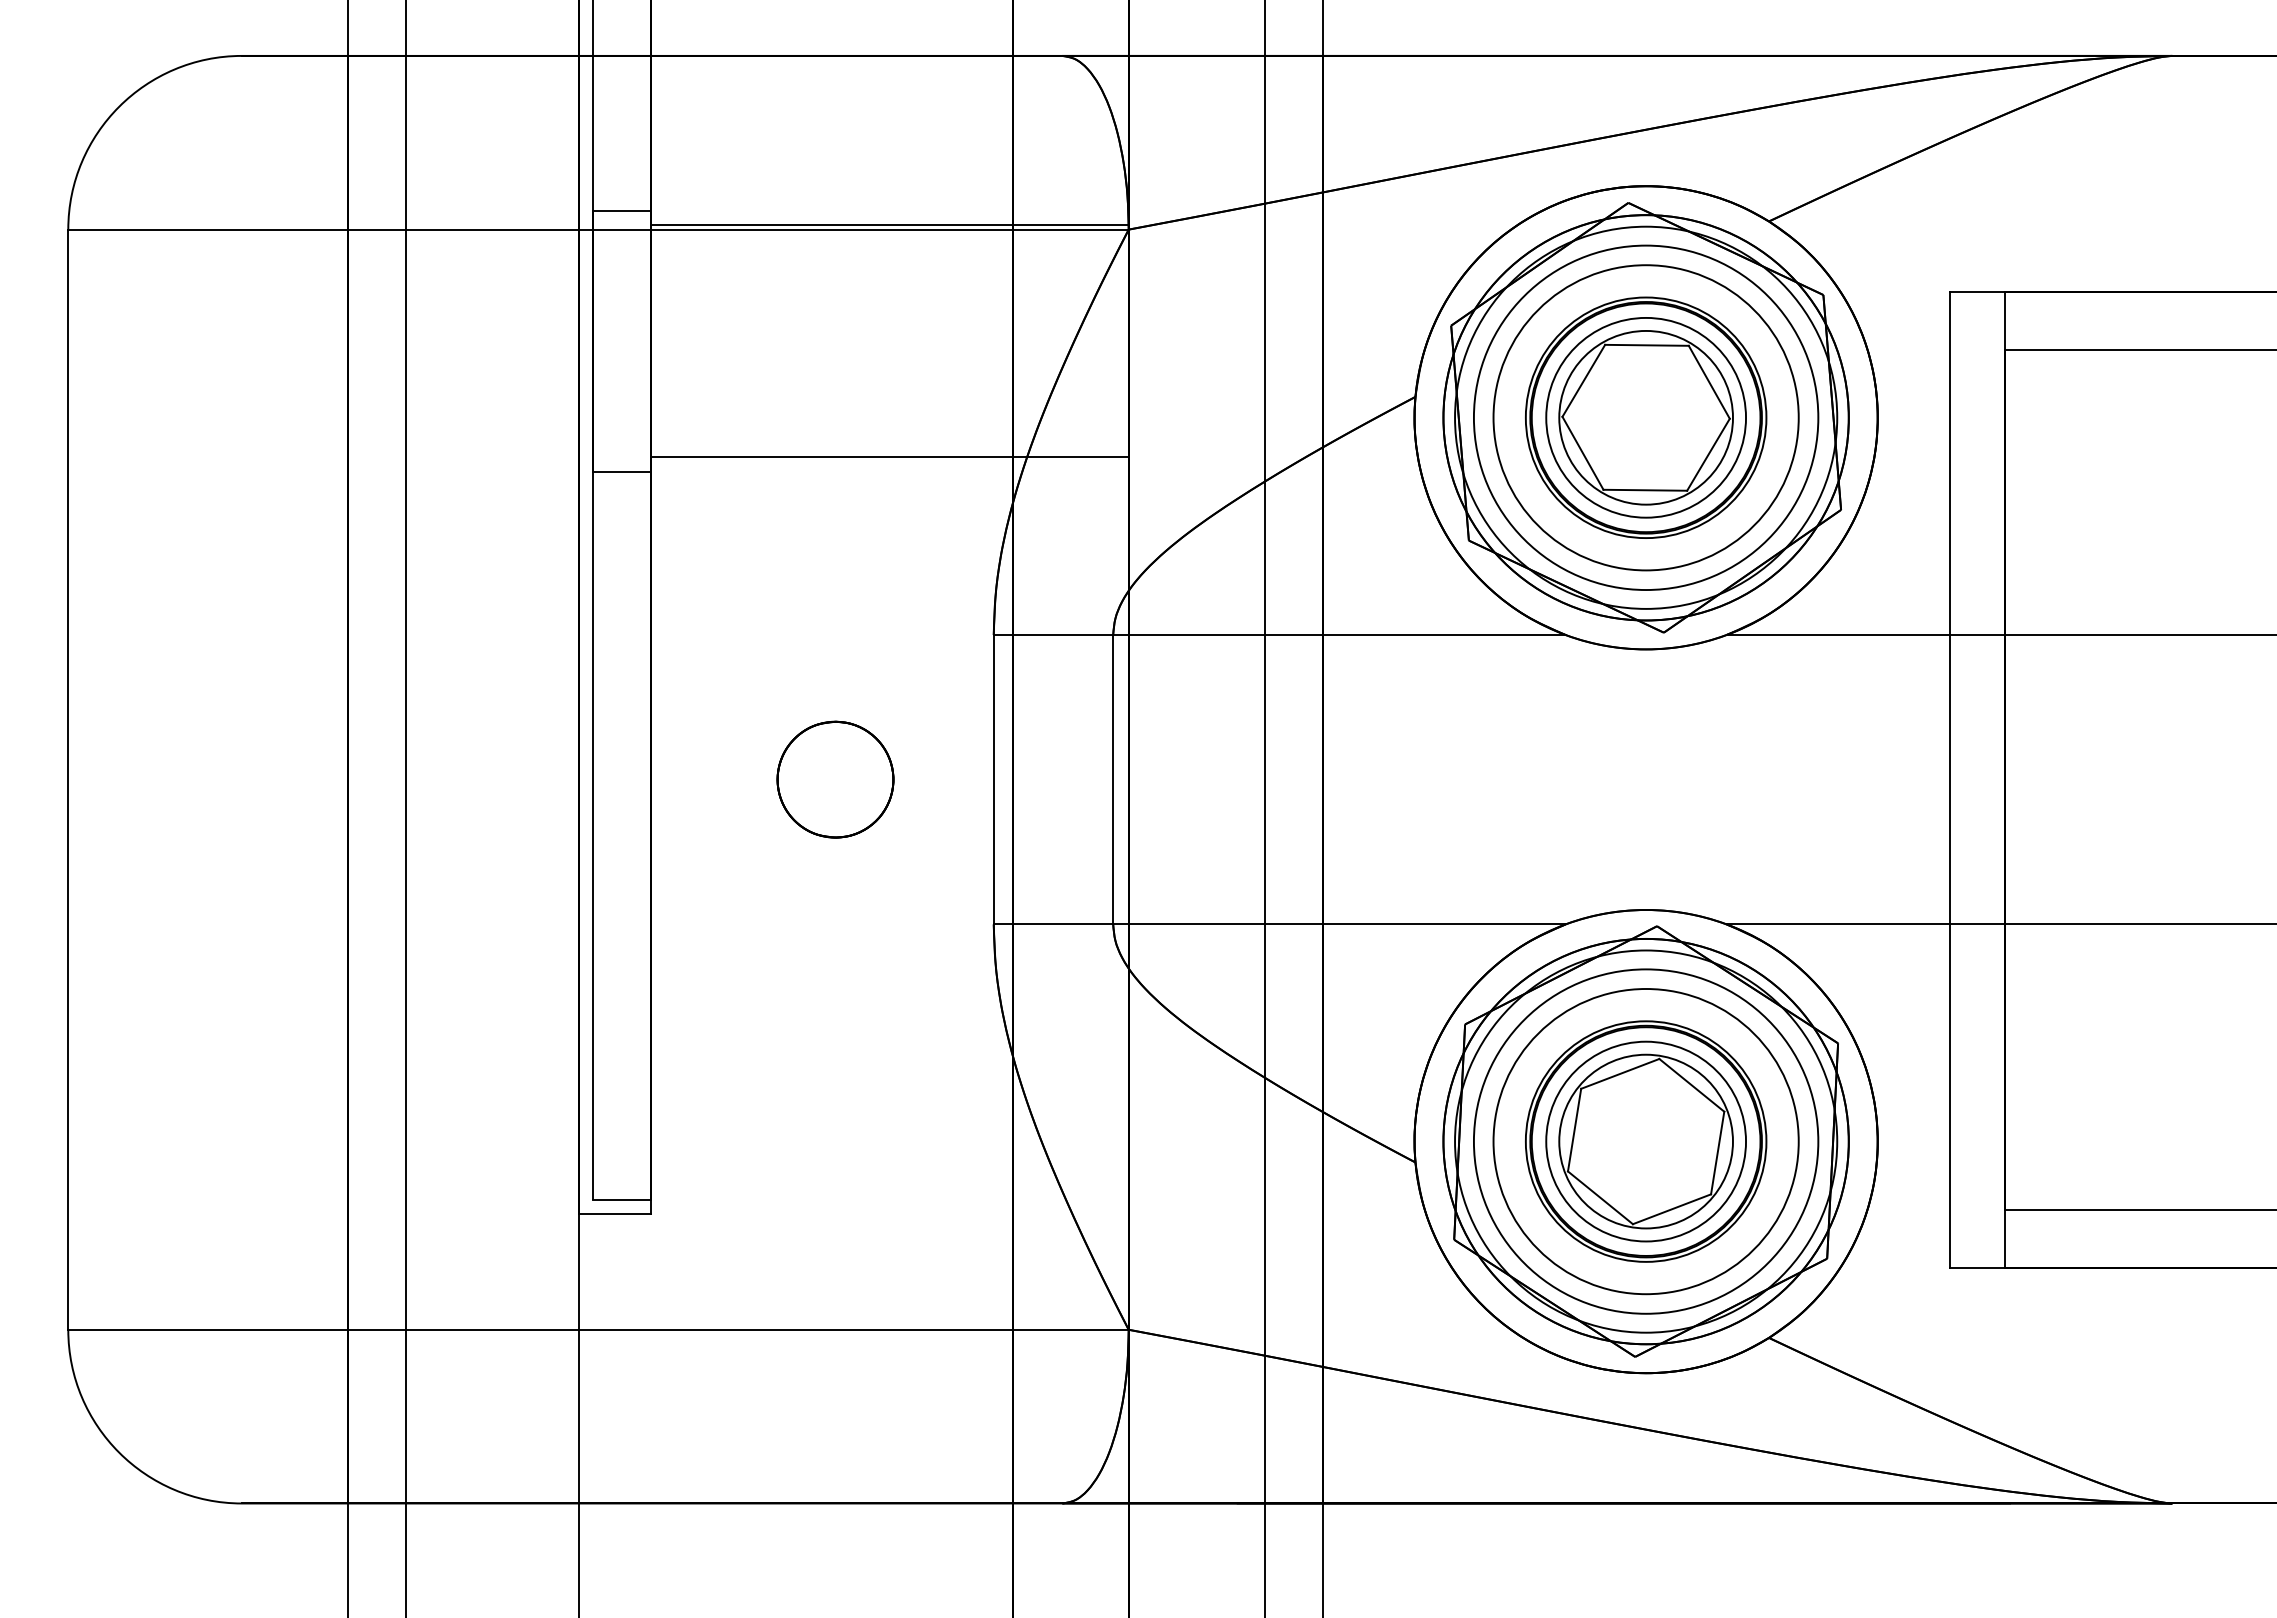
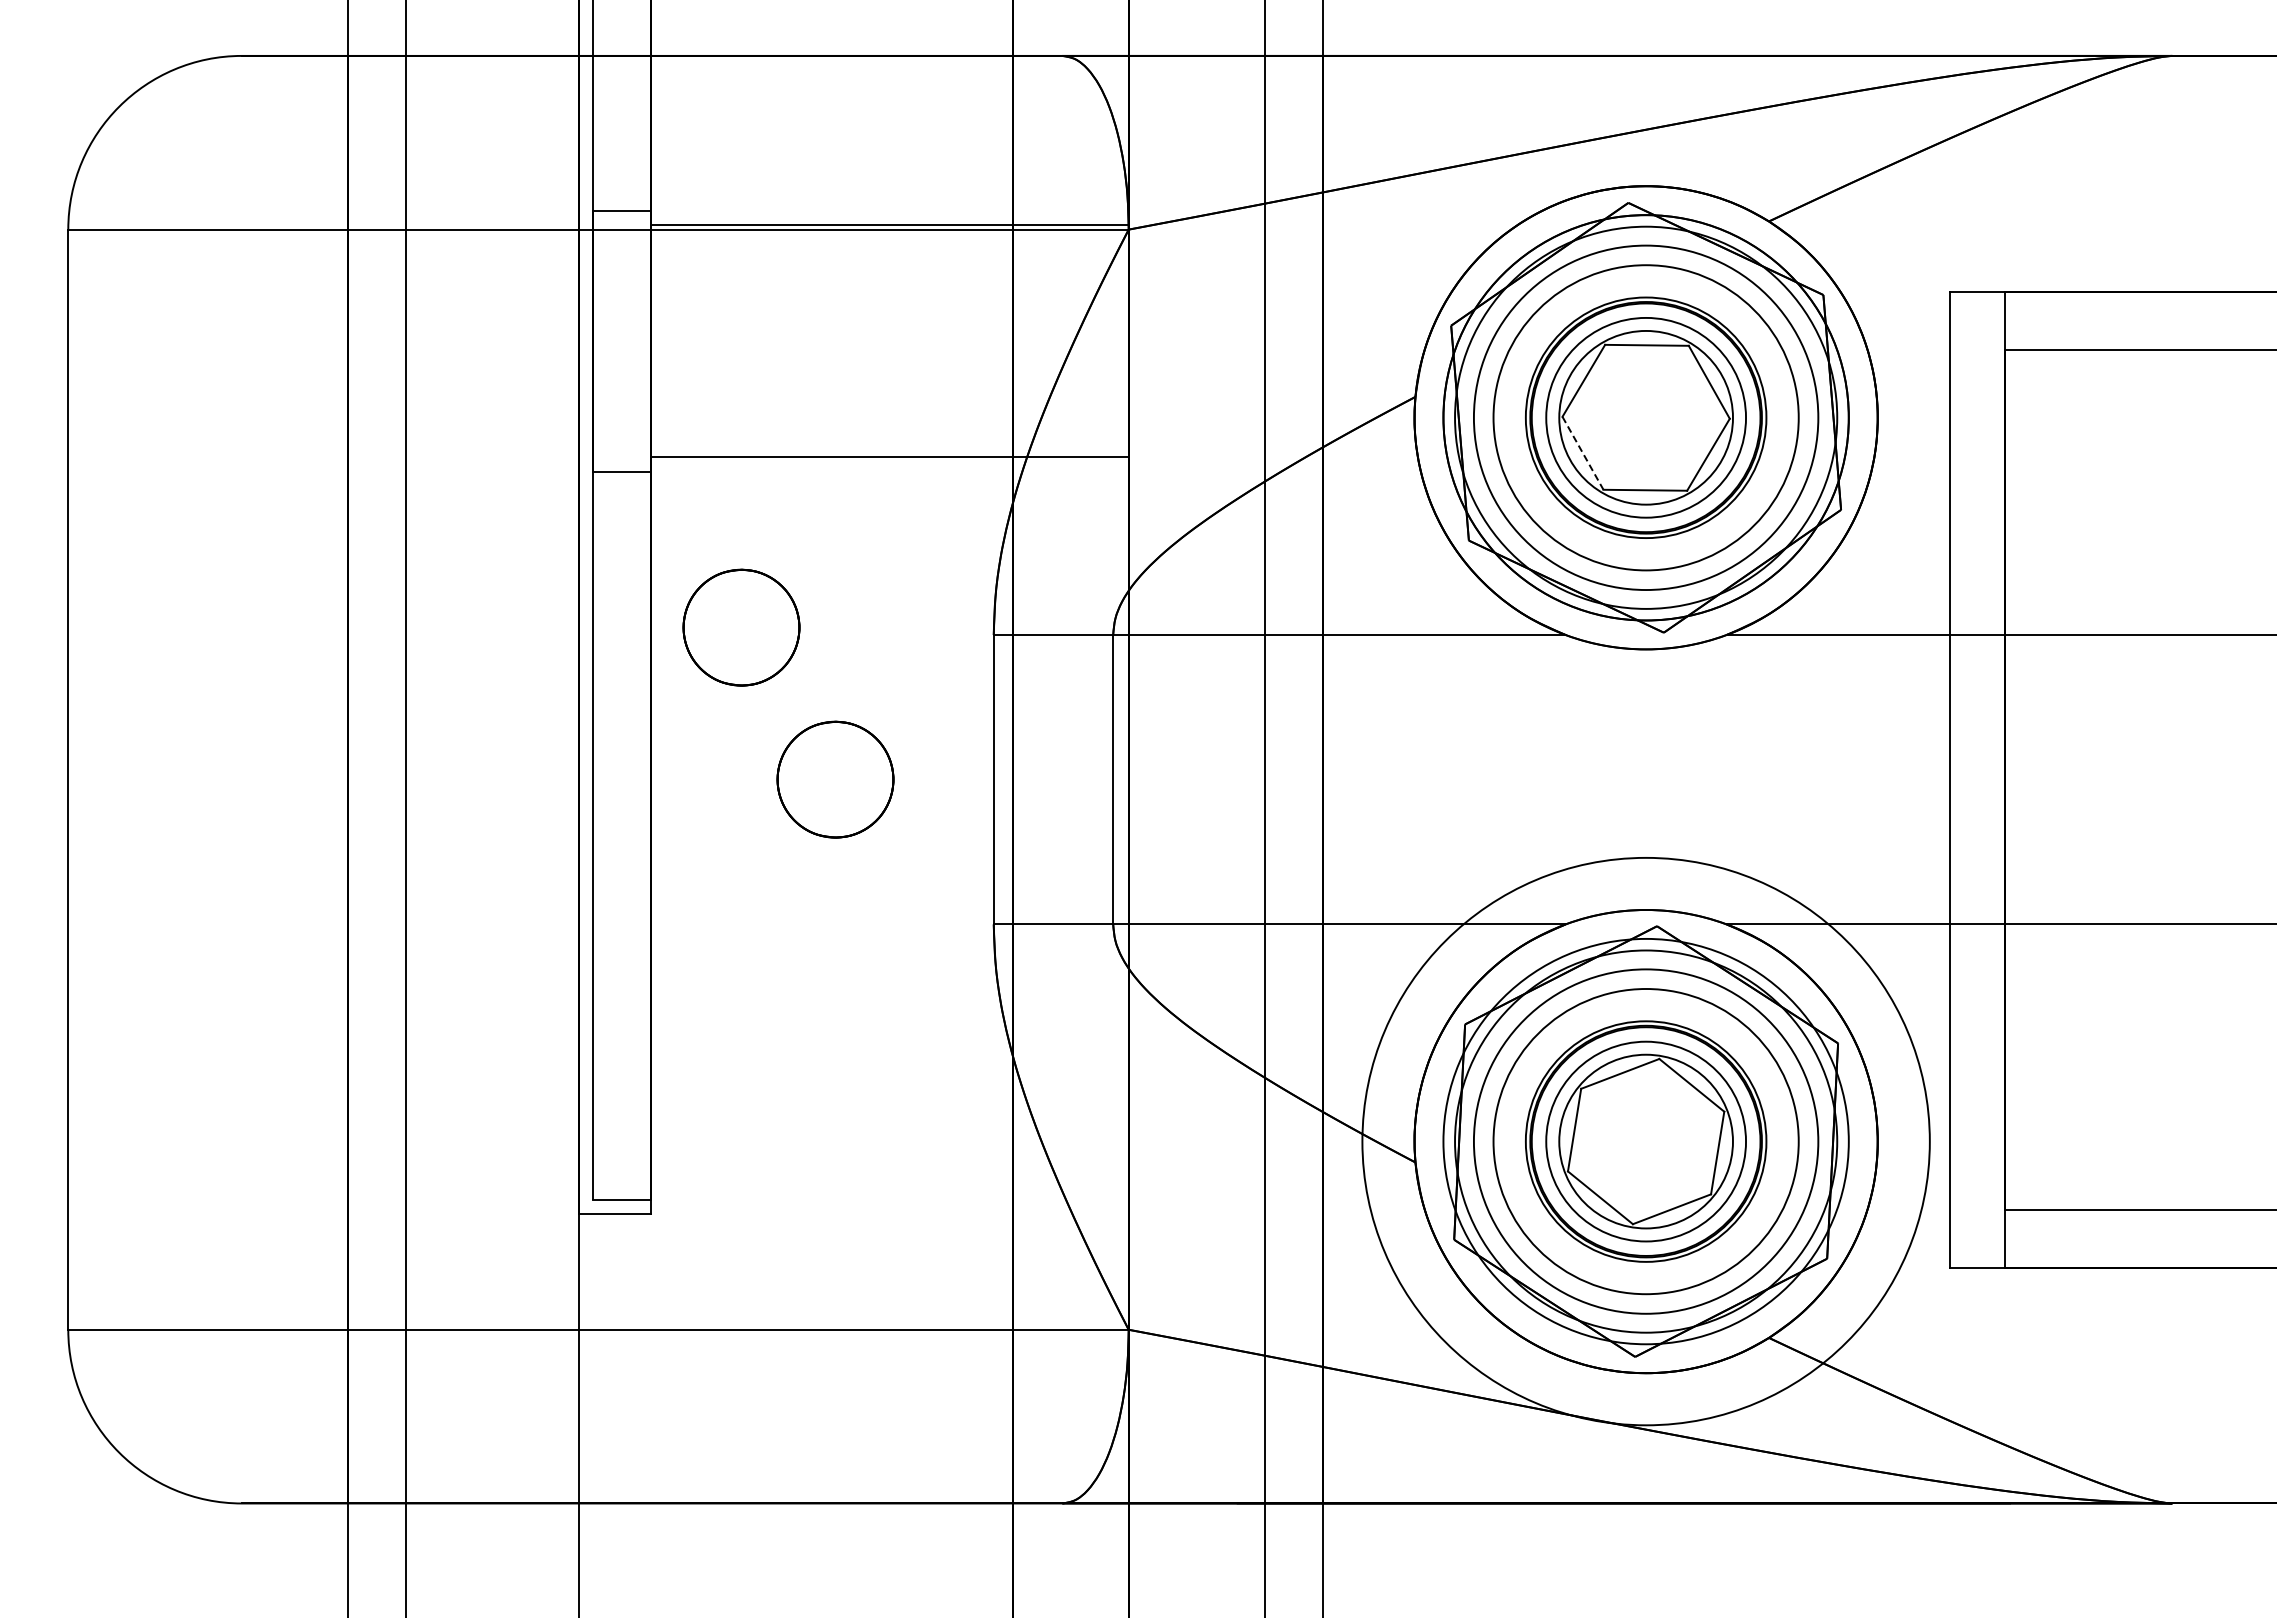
line at (1582, 453): solid -> dashed
part at (741, 627): none -> present
circle at (1645, 1141) diameter: 405 px -> 567 px
